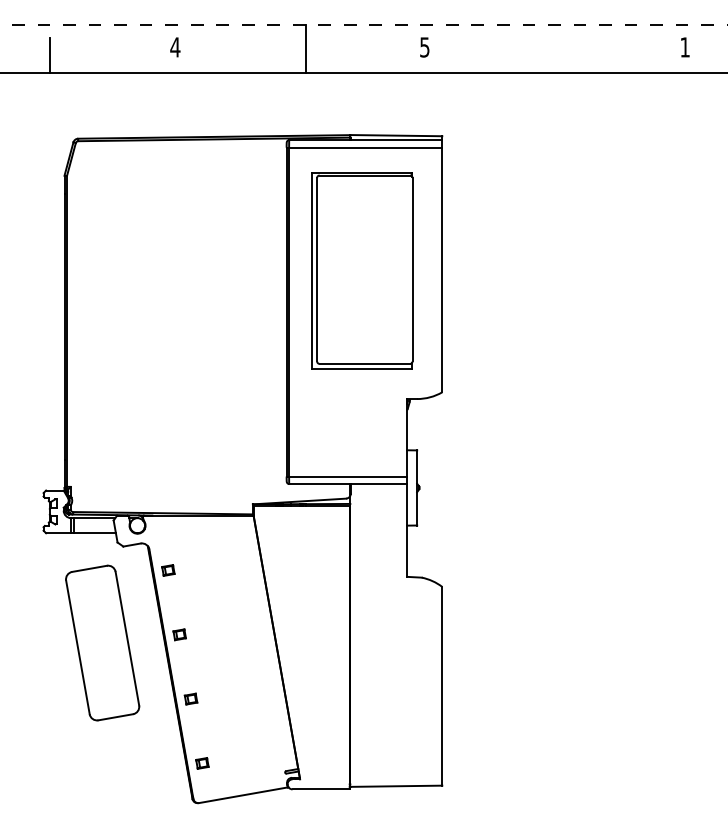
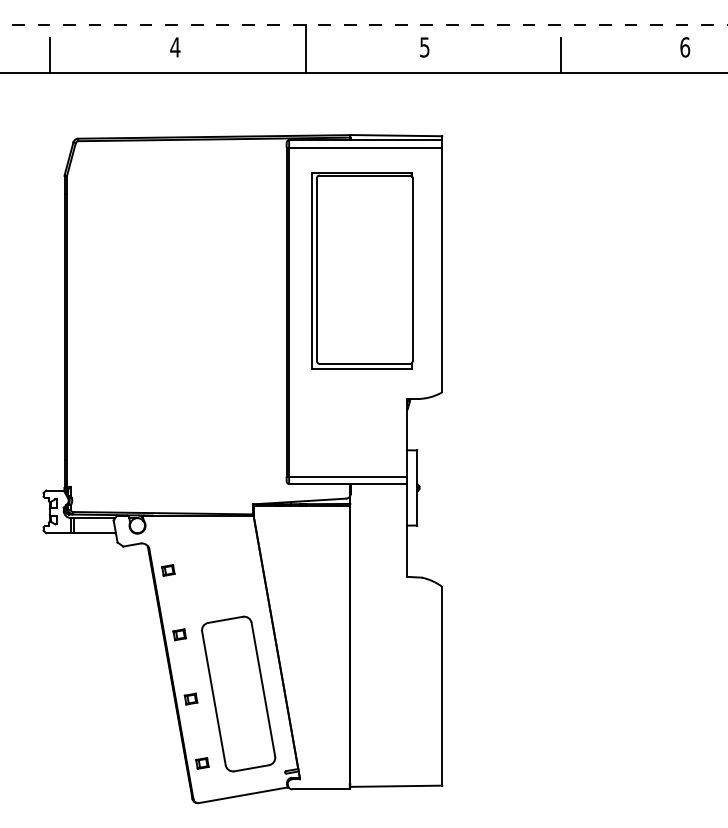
text at (685, 47): 1 -> 6
line at (560, 54): none -> present
part at (102, 642) position: (102, 642) -> (238, 693)
